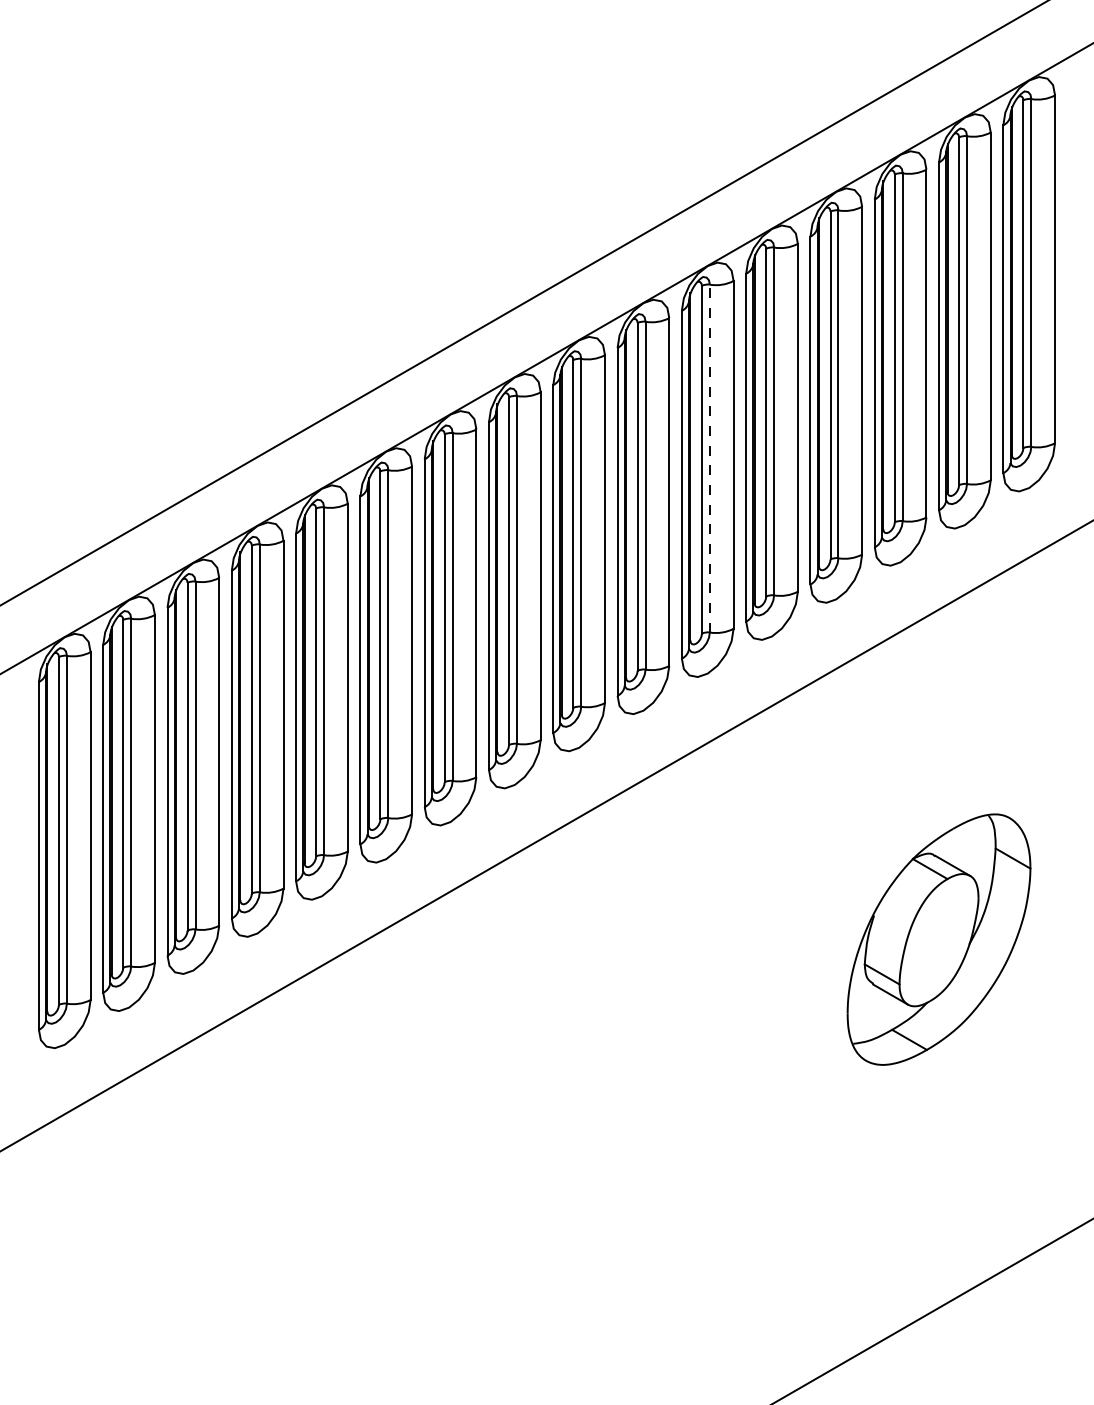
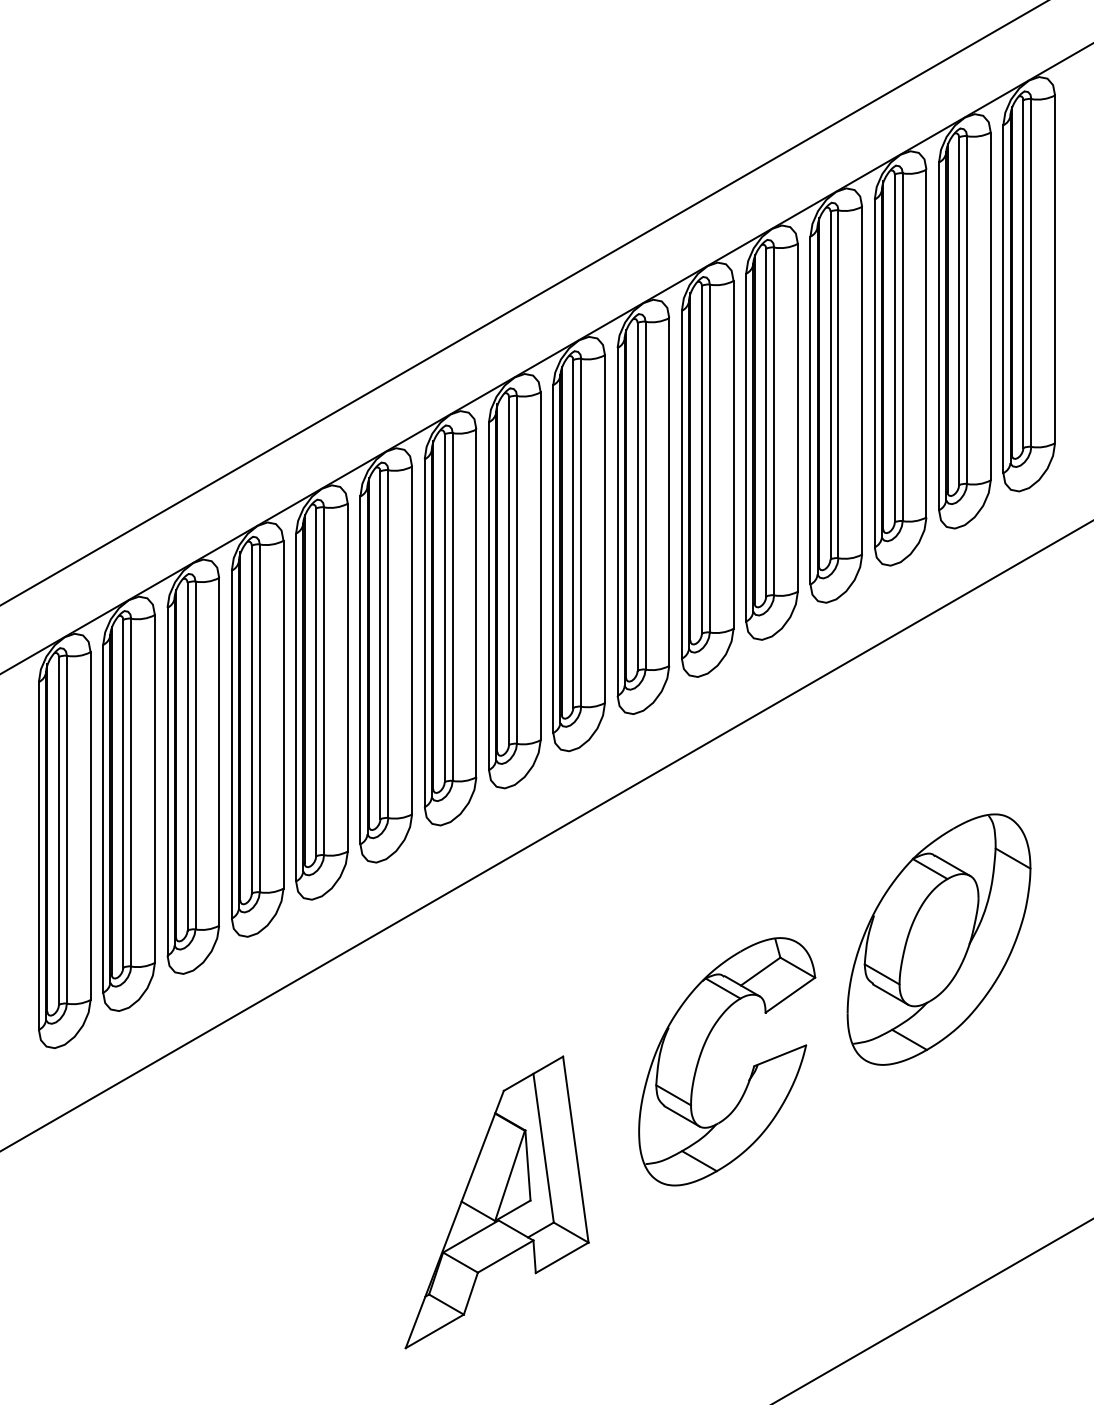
line at (709, 458): dashed -> solid
part at (752, 1067): none -> present
part at (496, 1202): none -> present
